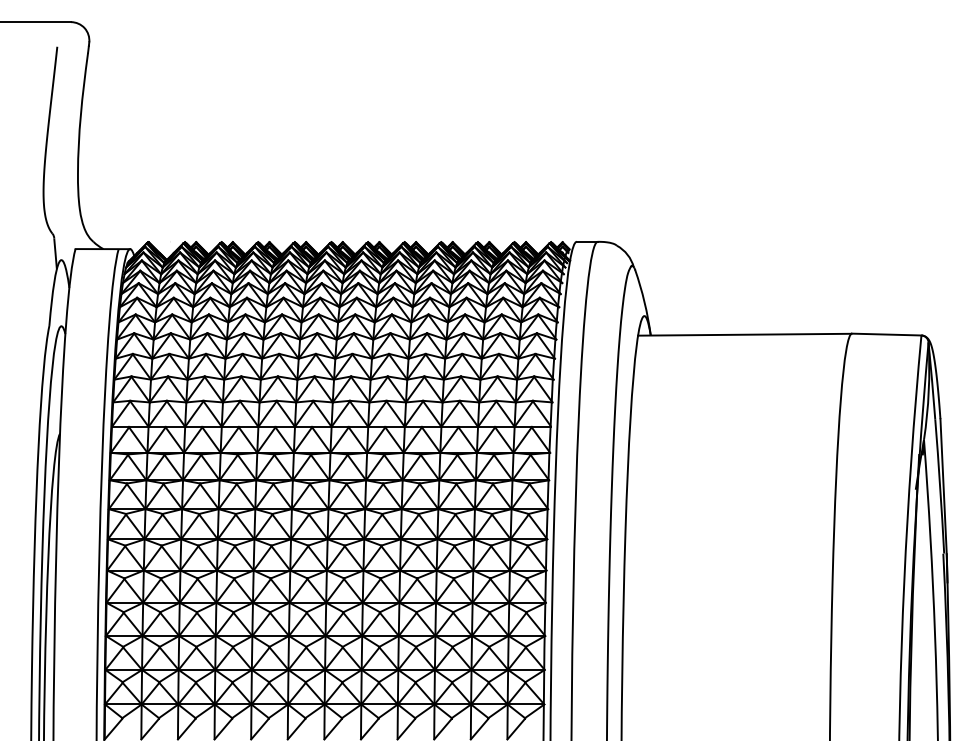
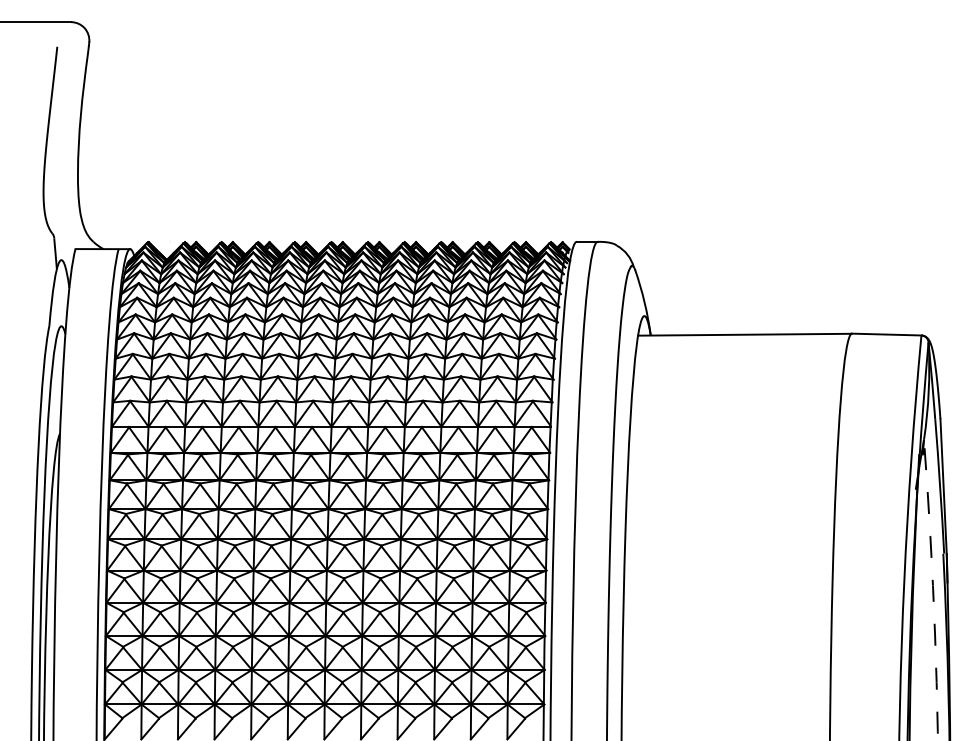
arc at (933, 589): solid -> dashed
